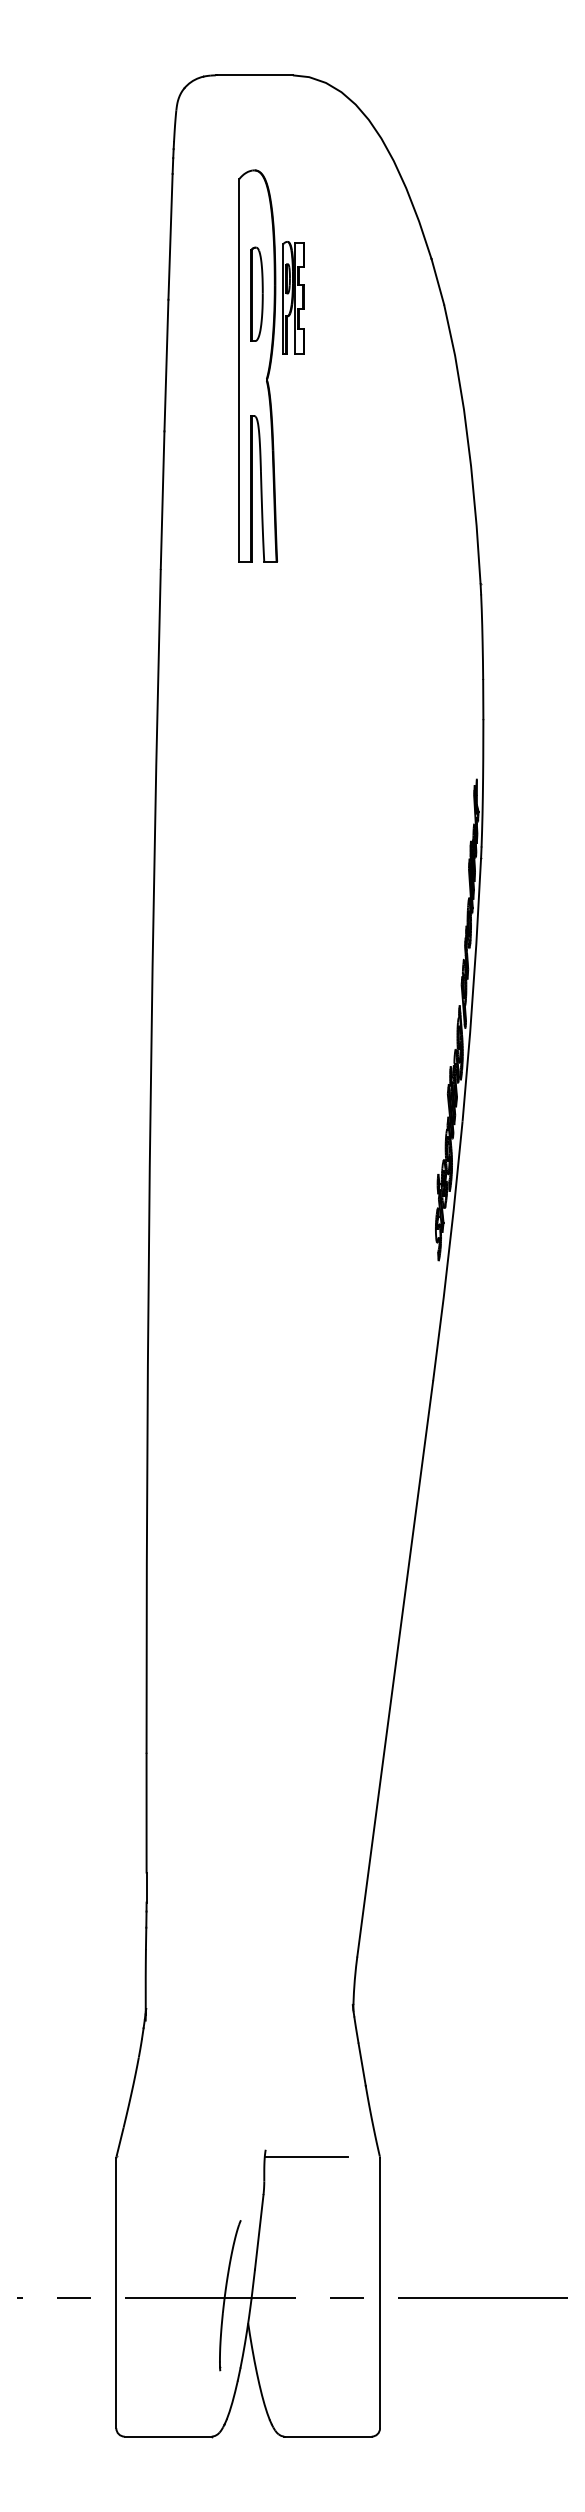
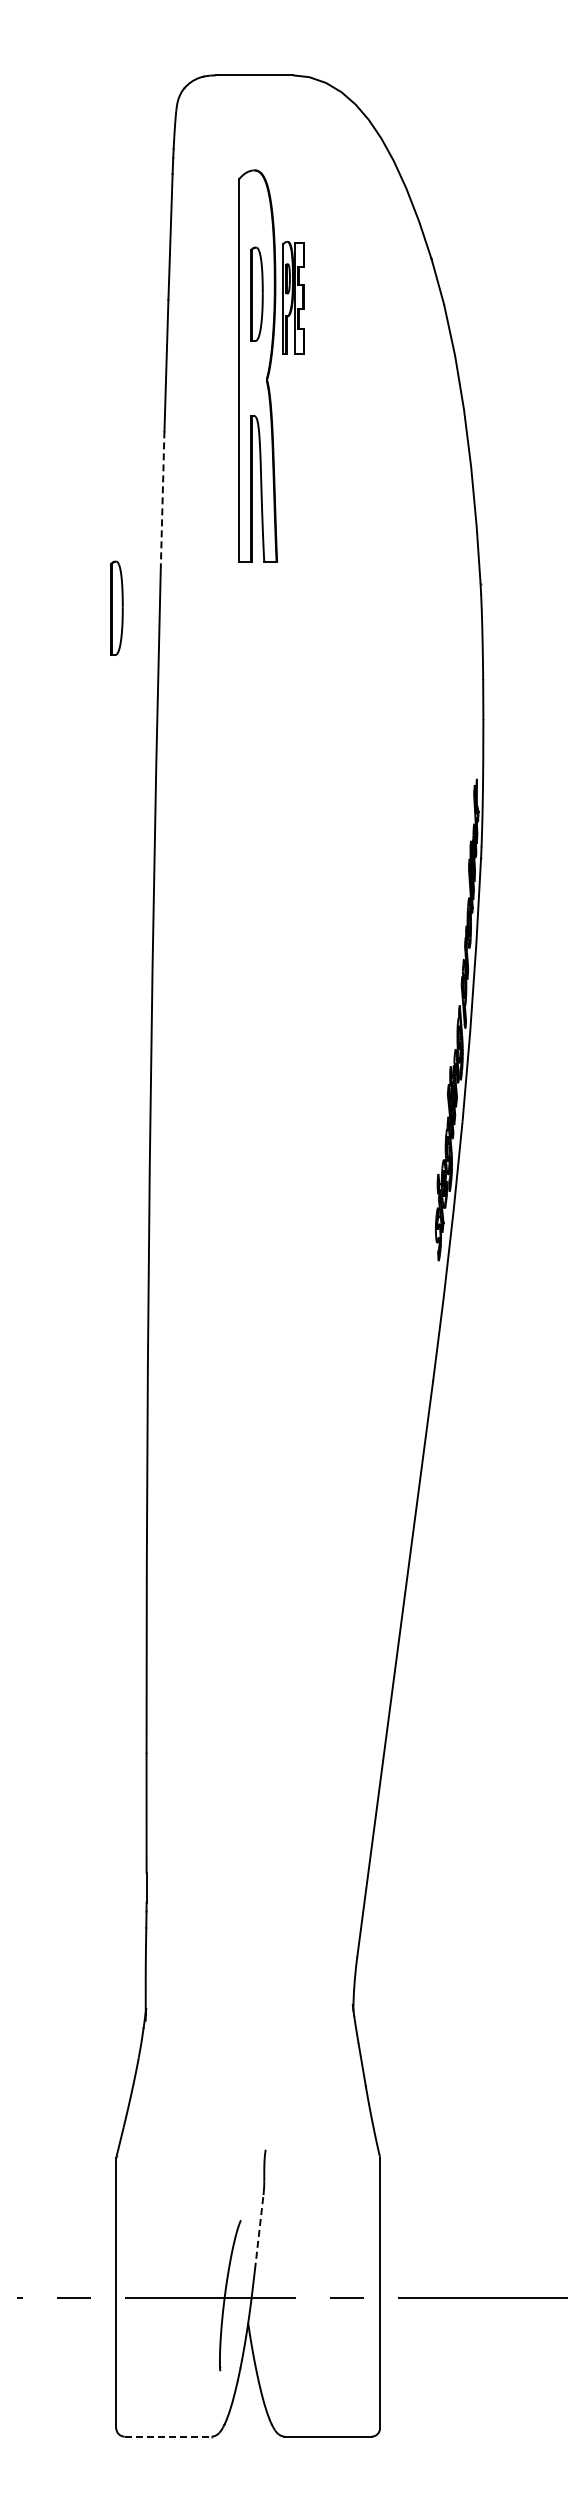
line at (162, 500): solid -> dashed
part at (116, 607): none -> present
line at (306, 2157): present -> none
line at (259, 2232): solid -> dashed
line at (168, 2436): solid -> dashed
